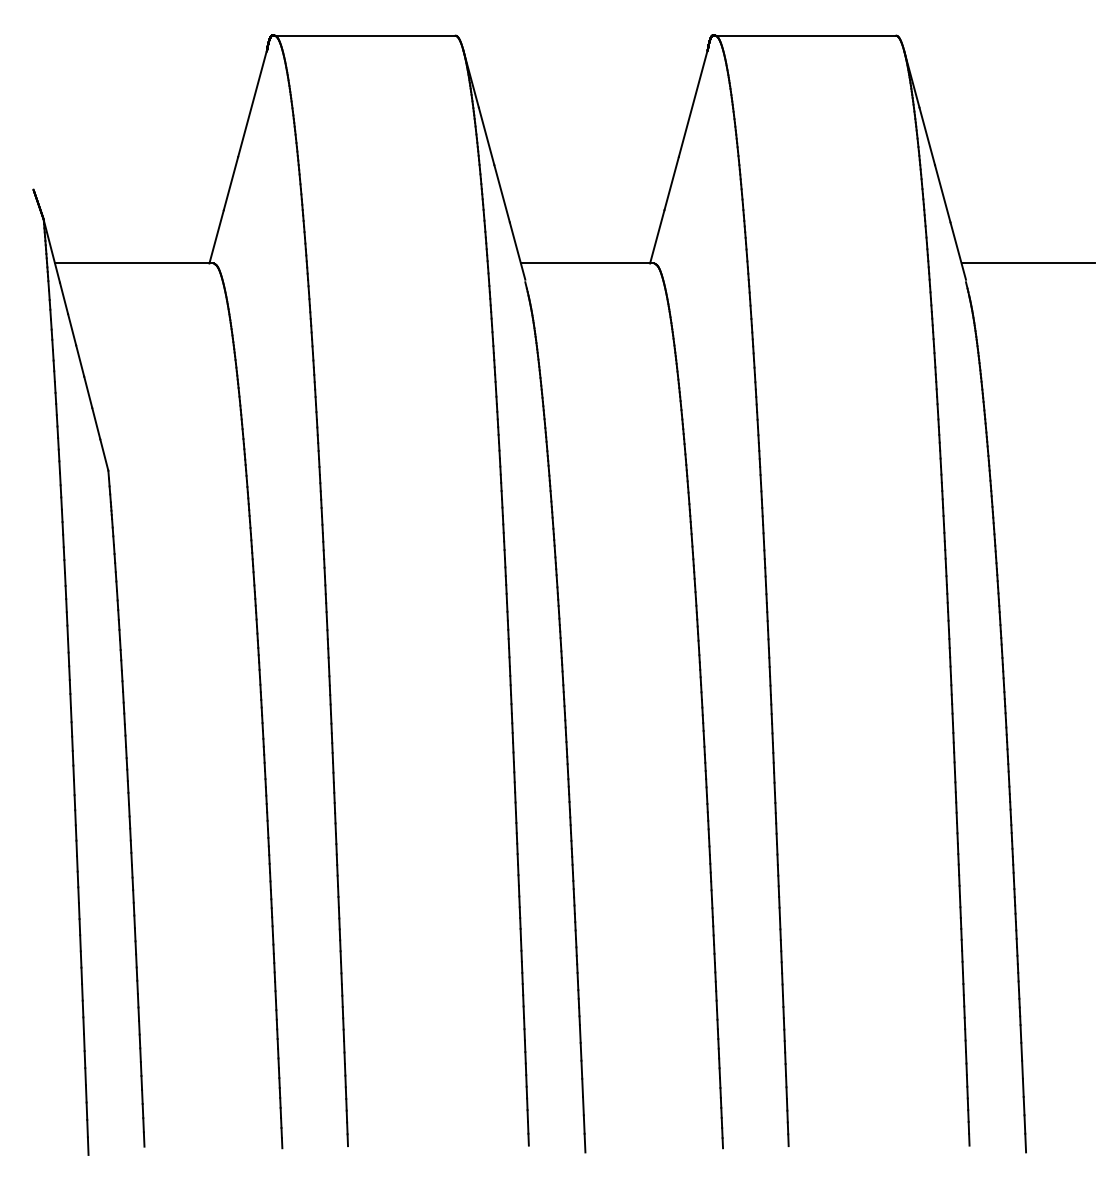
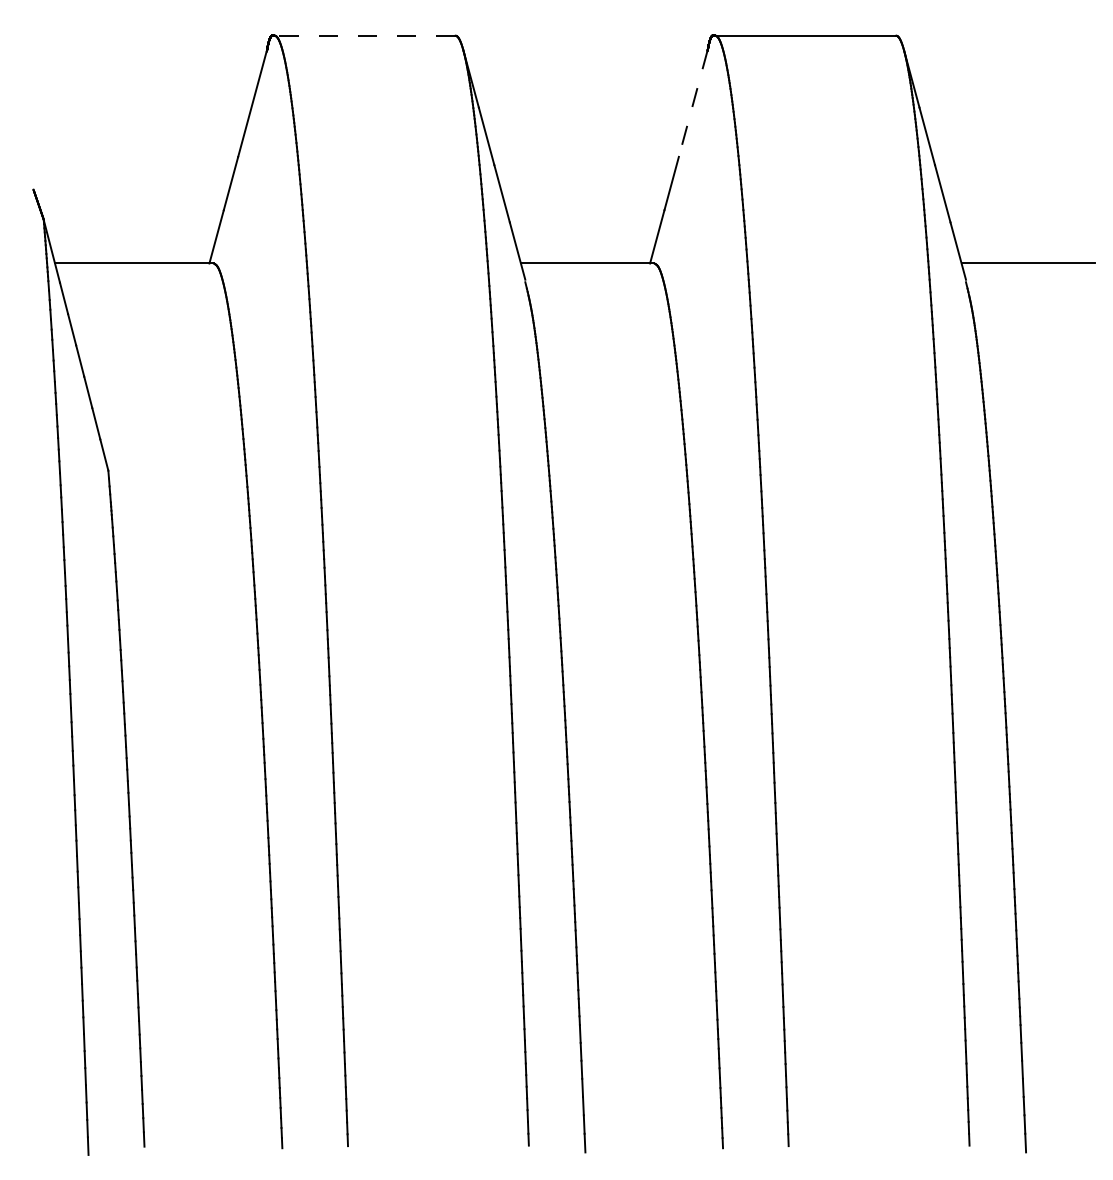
line at (364, 35): solid -> dashed
line at (693, 104): solid -> dashed
